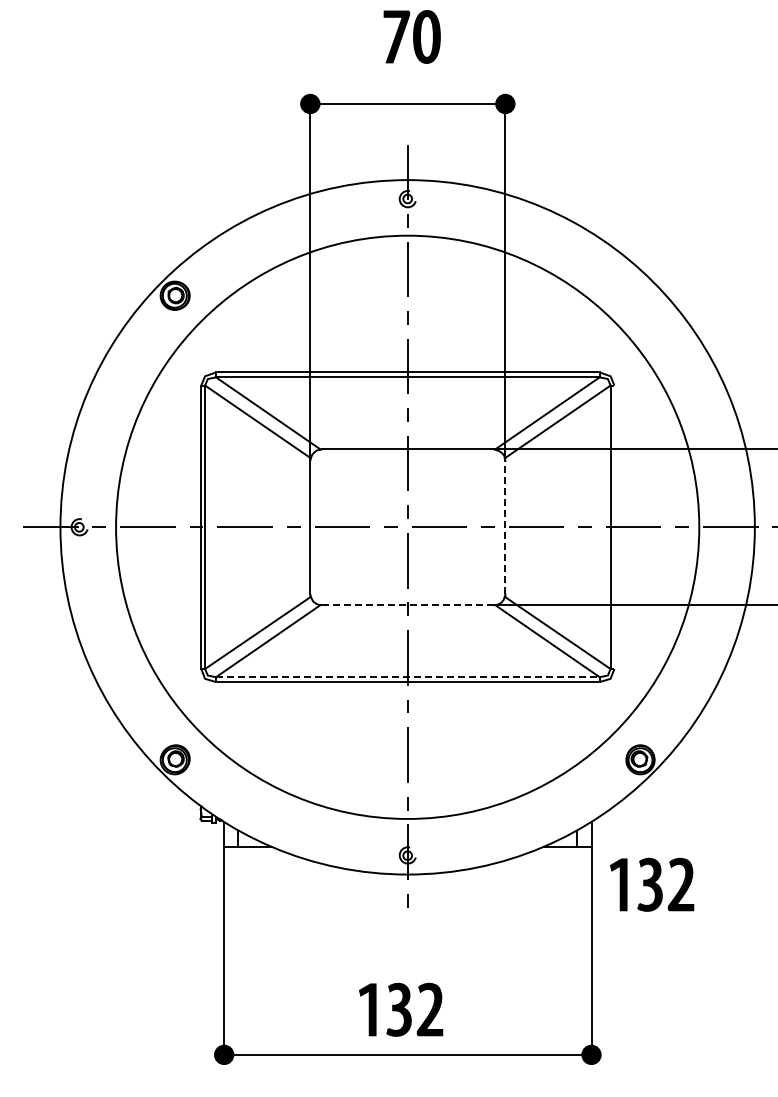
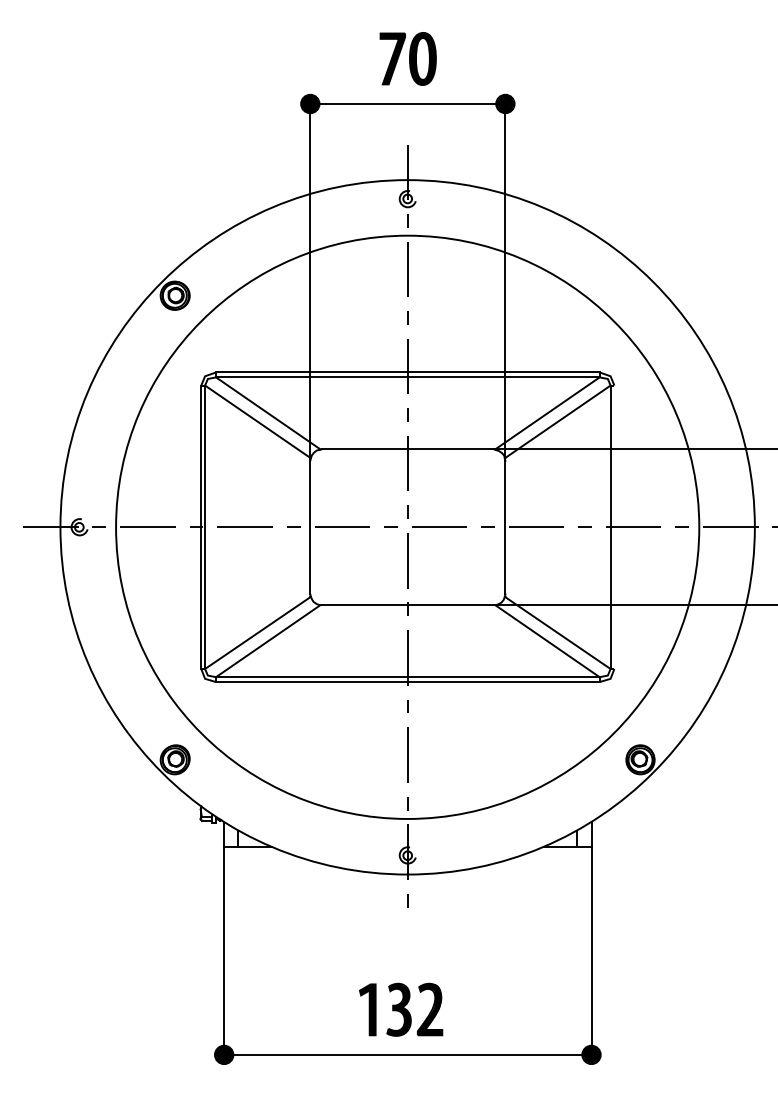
part at (411, 36) position: (411, 36) -> (407, 58)
line at (505, 527): dashed -> solid
line at (408, 605): dashed -> solid
line at (407, 677): dashed -> solid
part at (652, 884): present -> none
